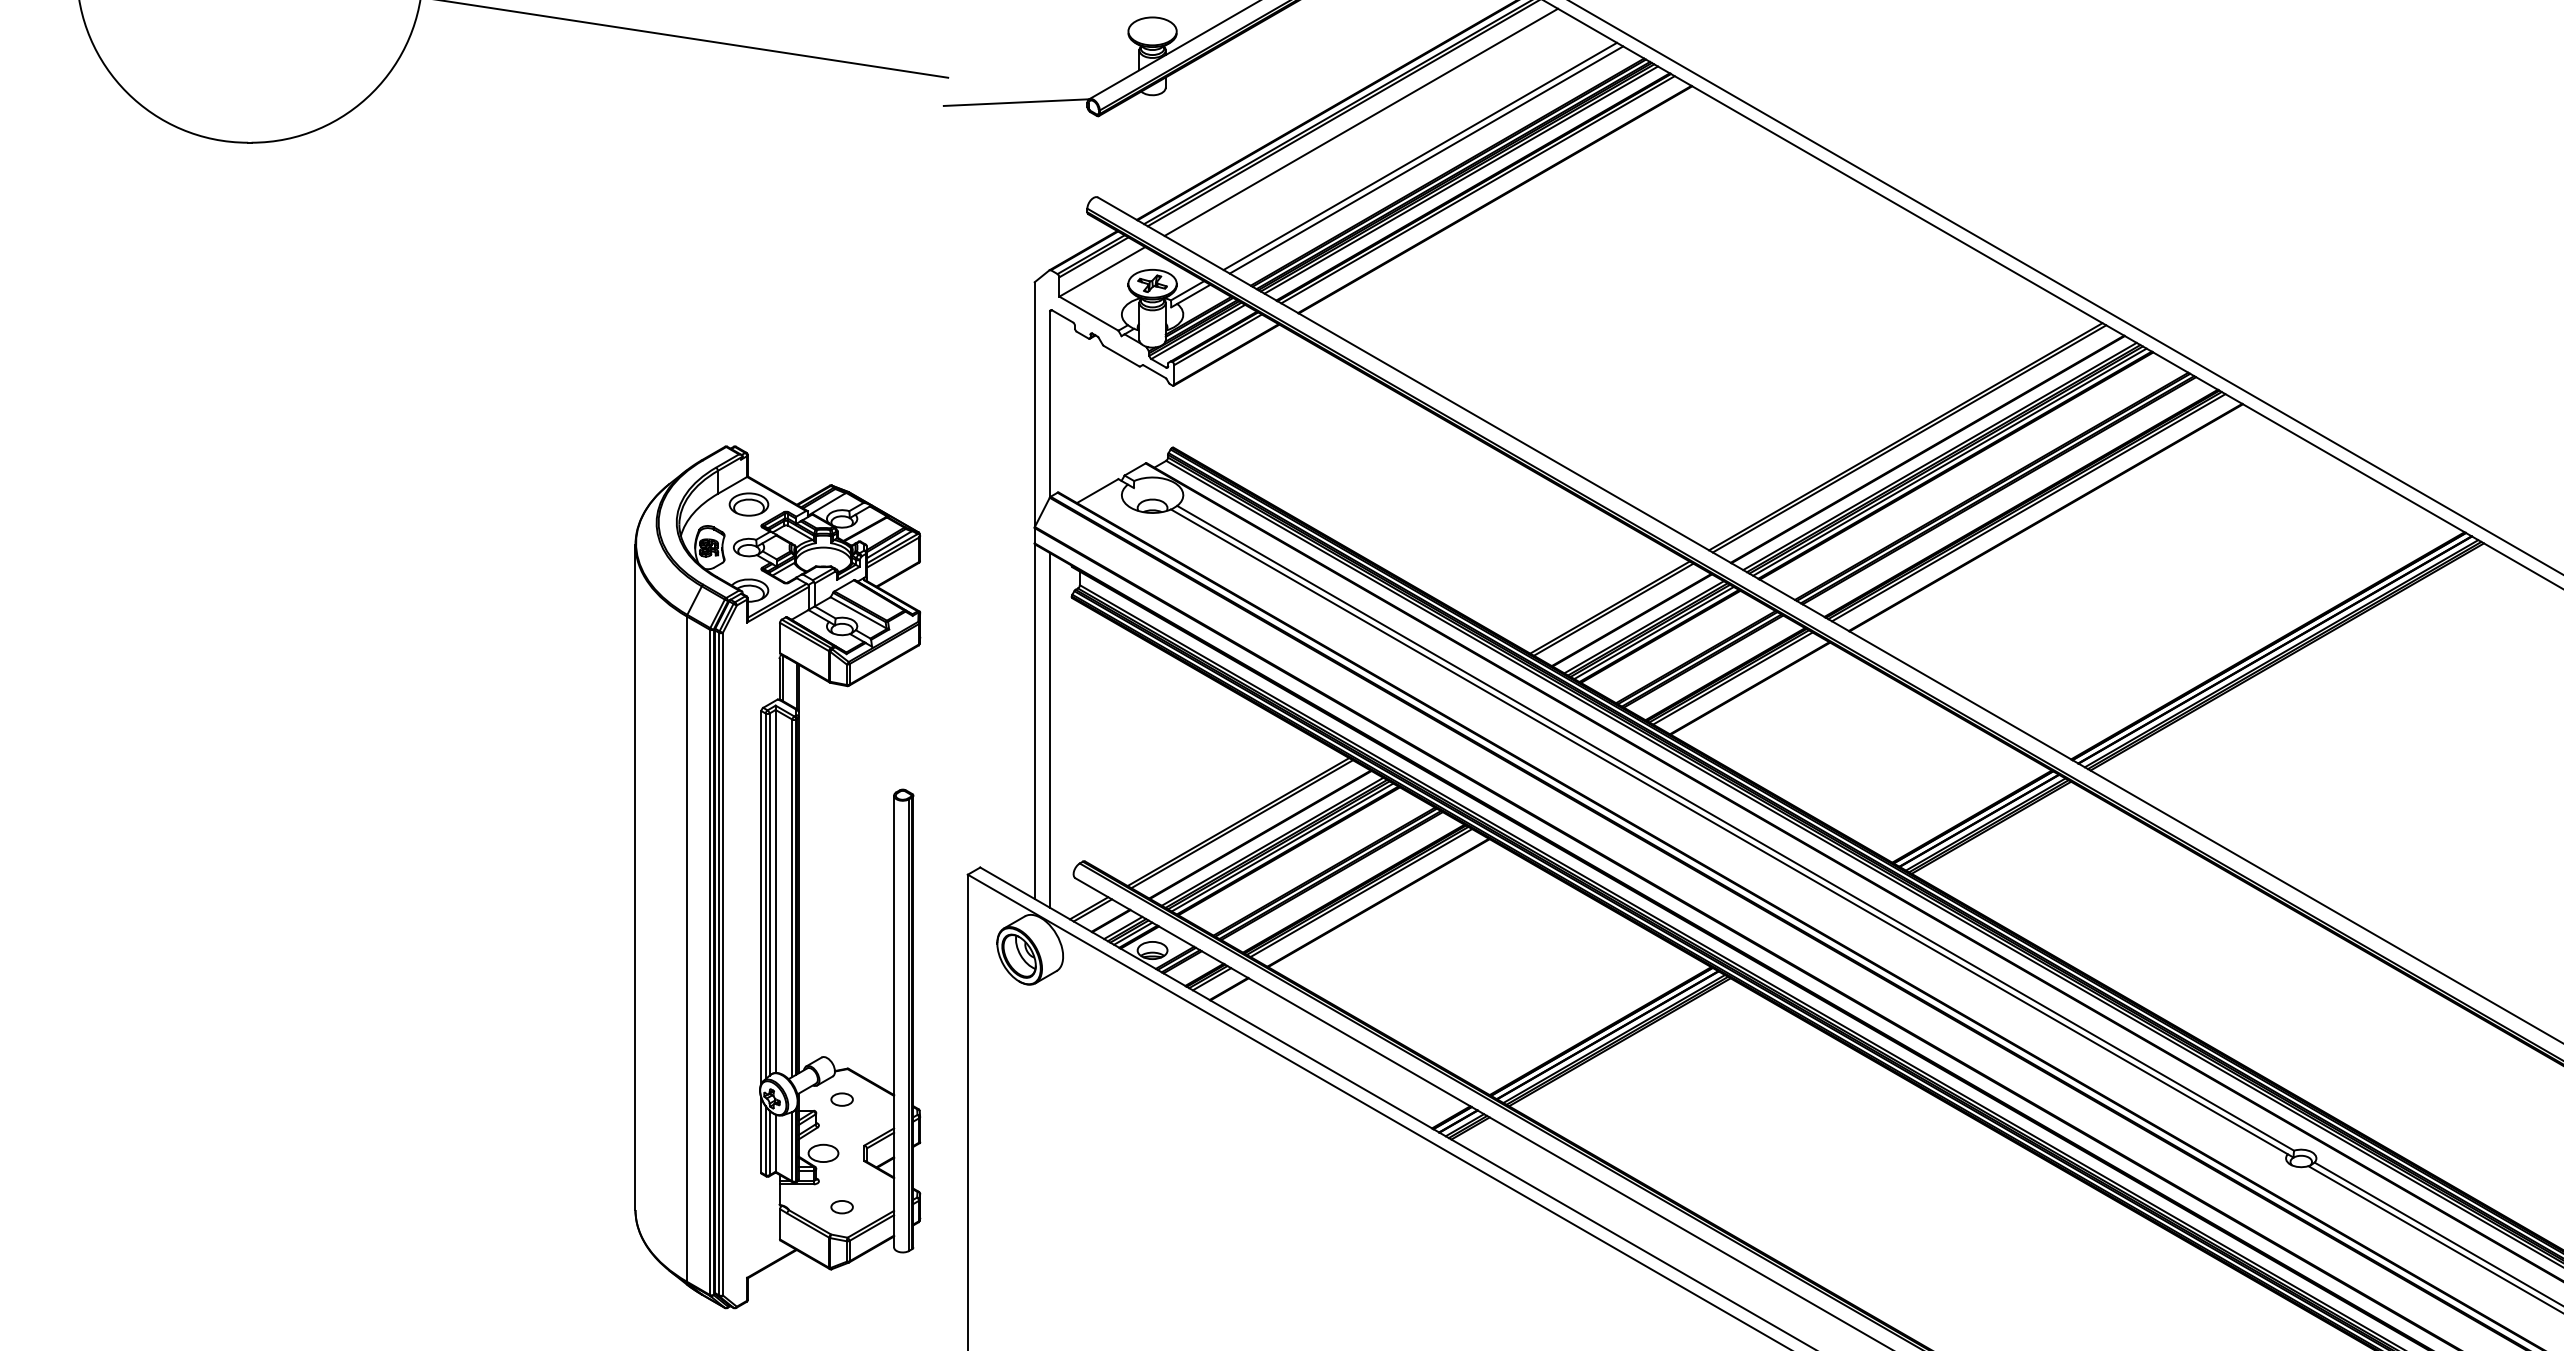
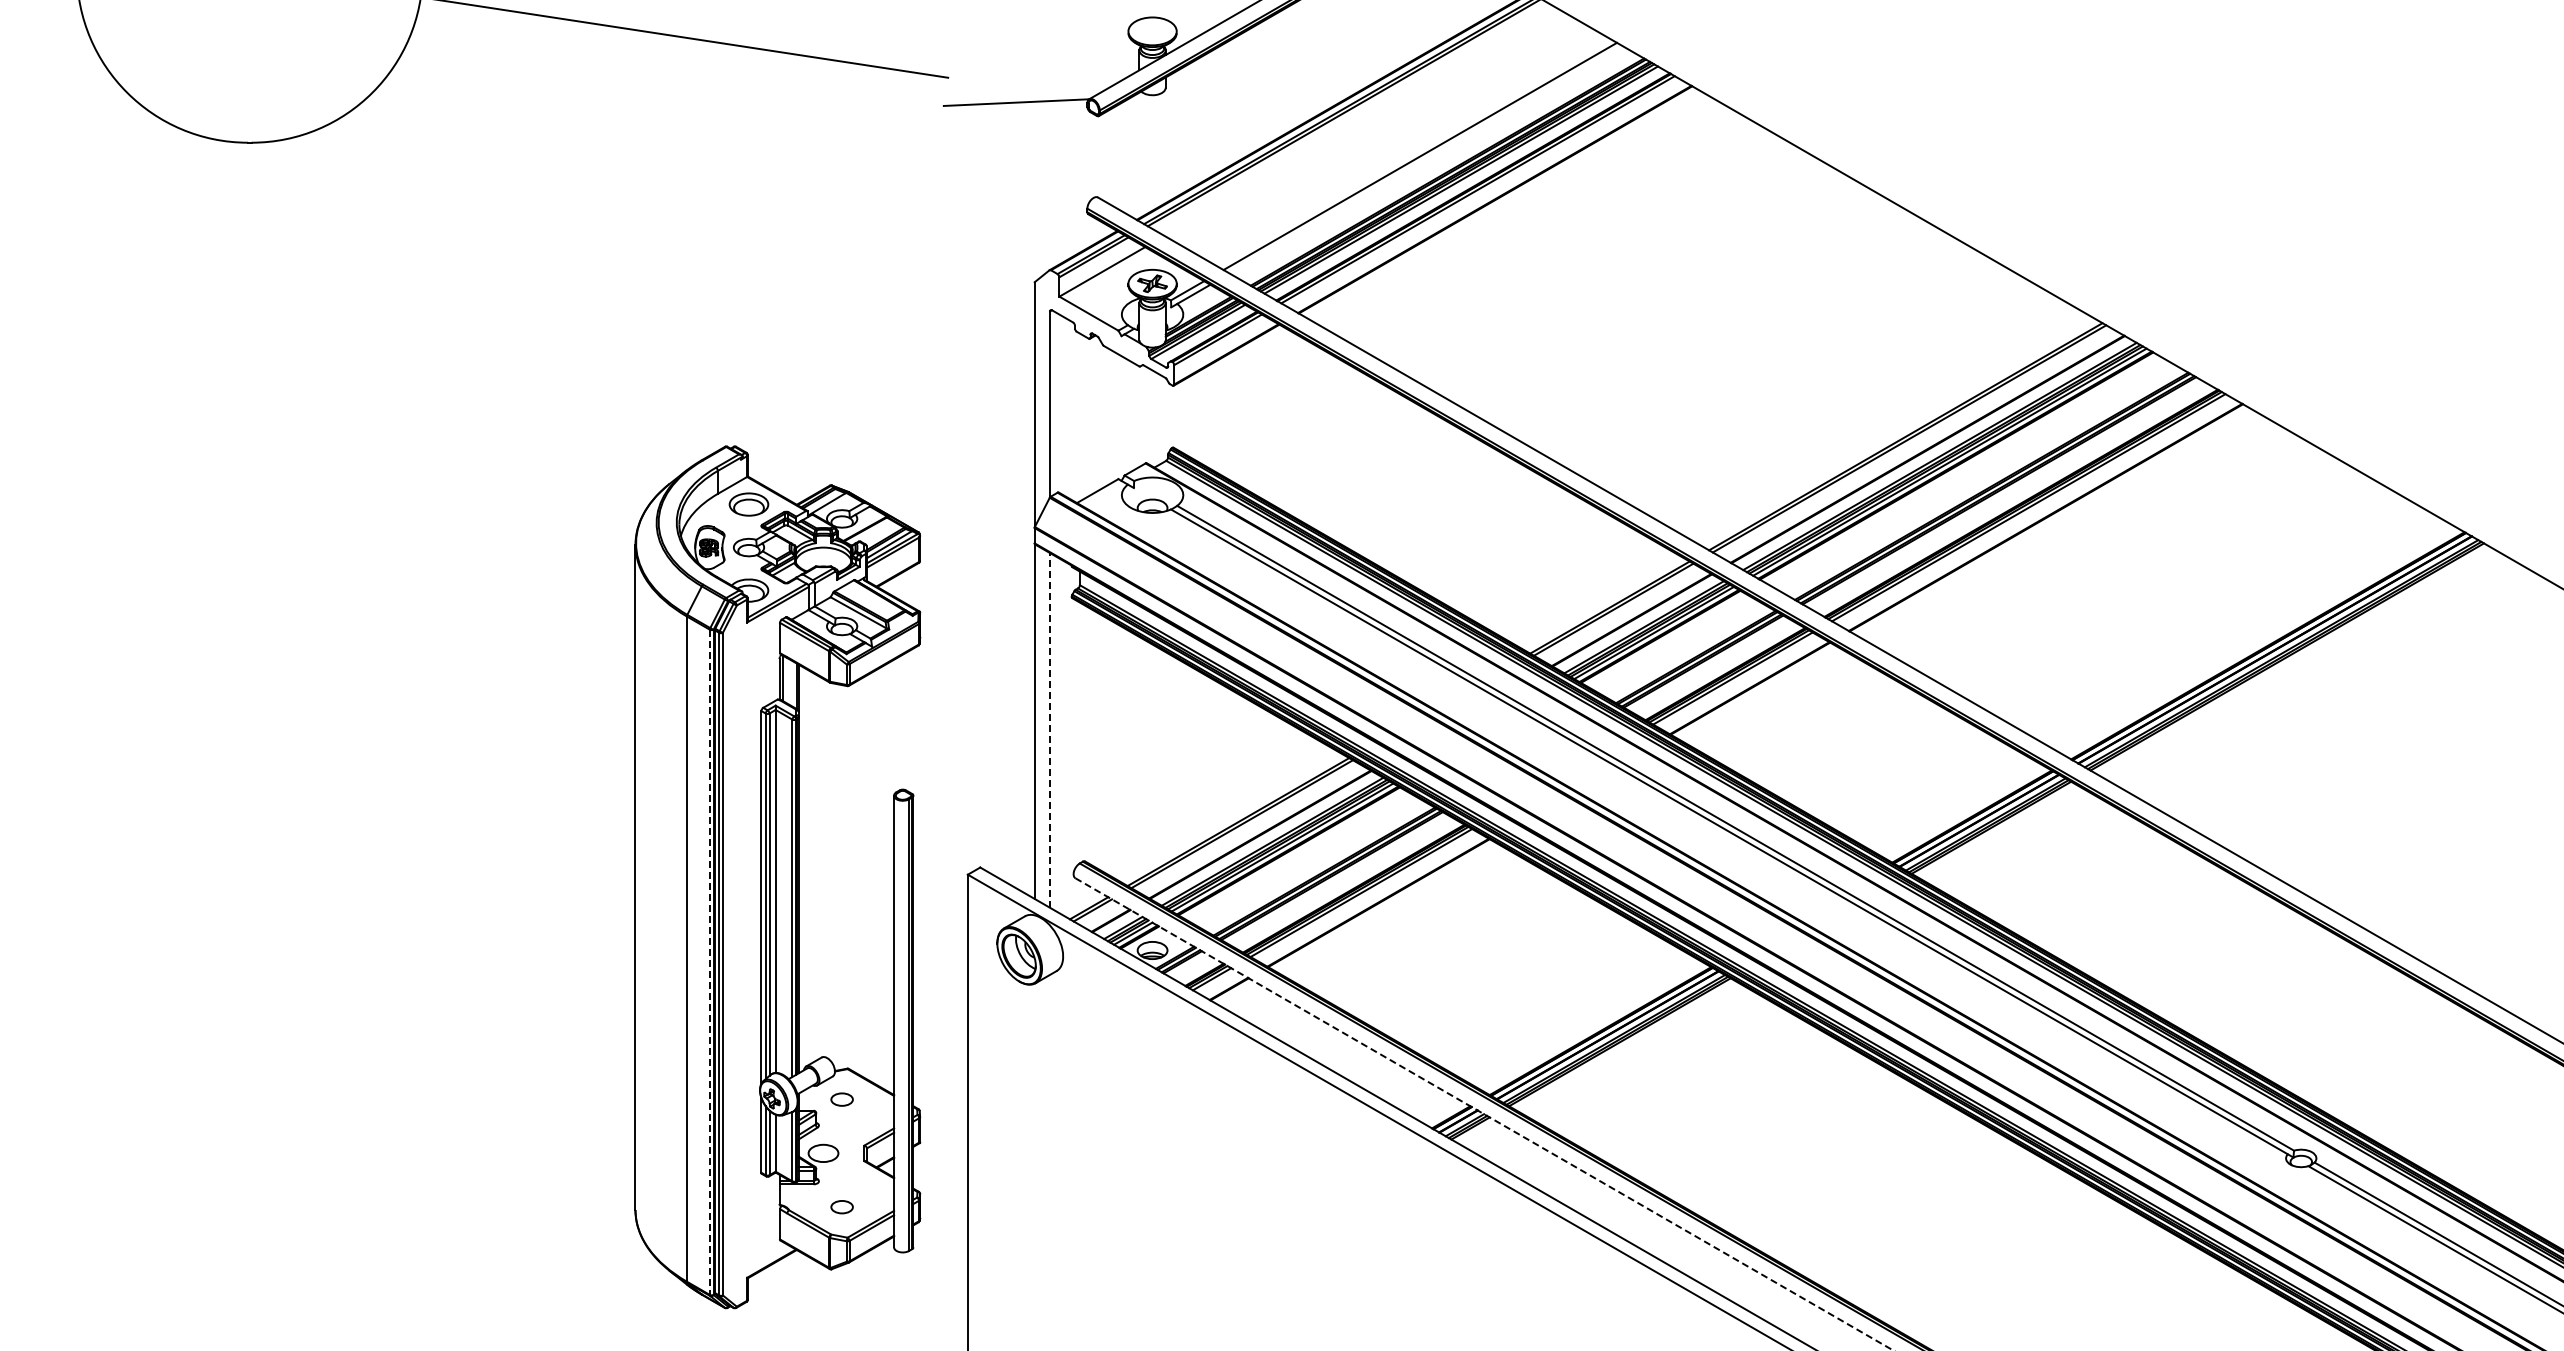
line at (1361, 121): present -> none
line at (1426, 159): present -> none
line at (2065, 287): present -> none
line at (1050, 730): solid -> dashed
line at (709, 962): solid -> dashed
line at (1484, 1114): solid -> dashed
